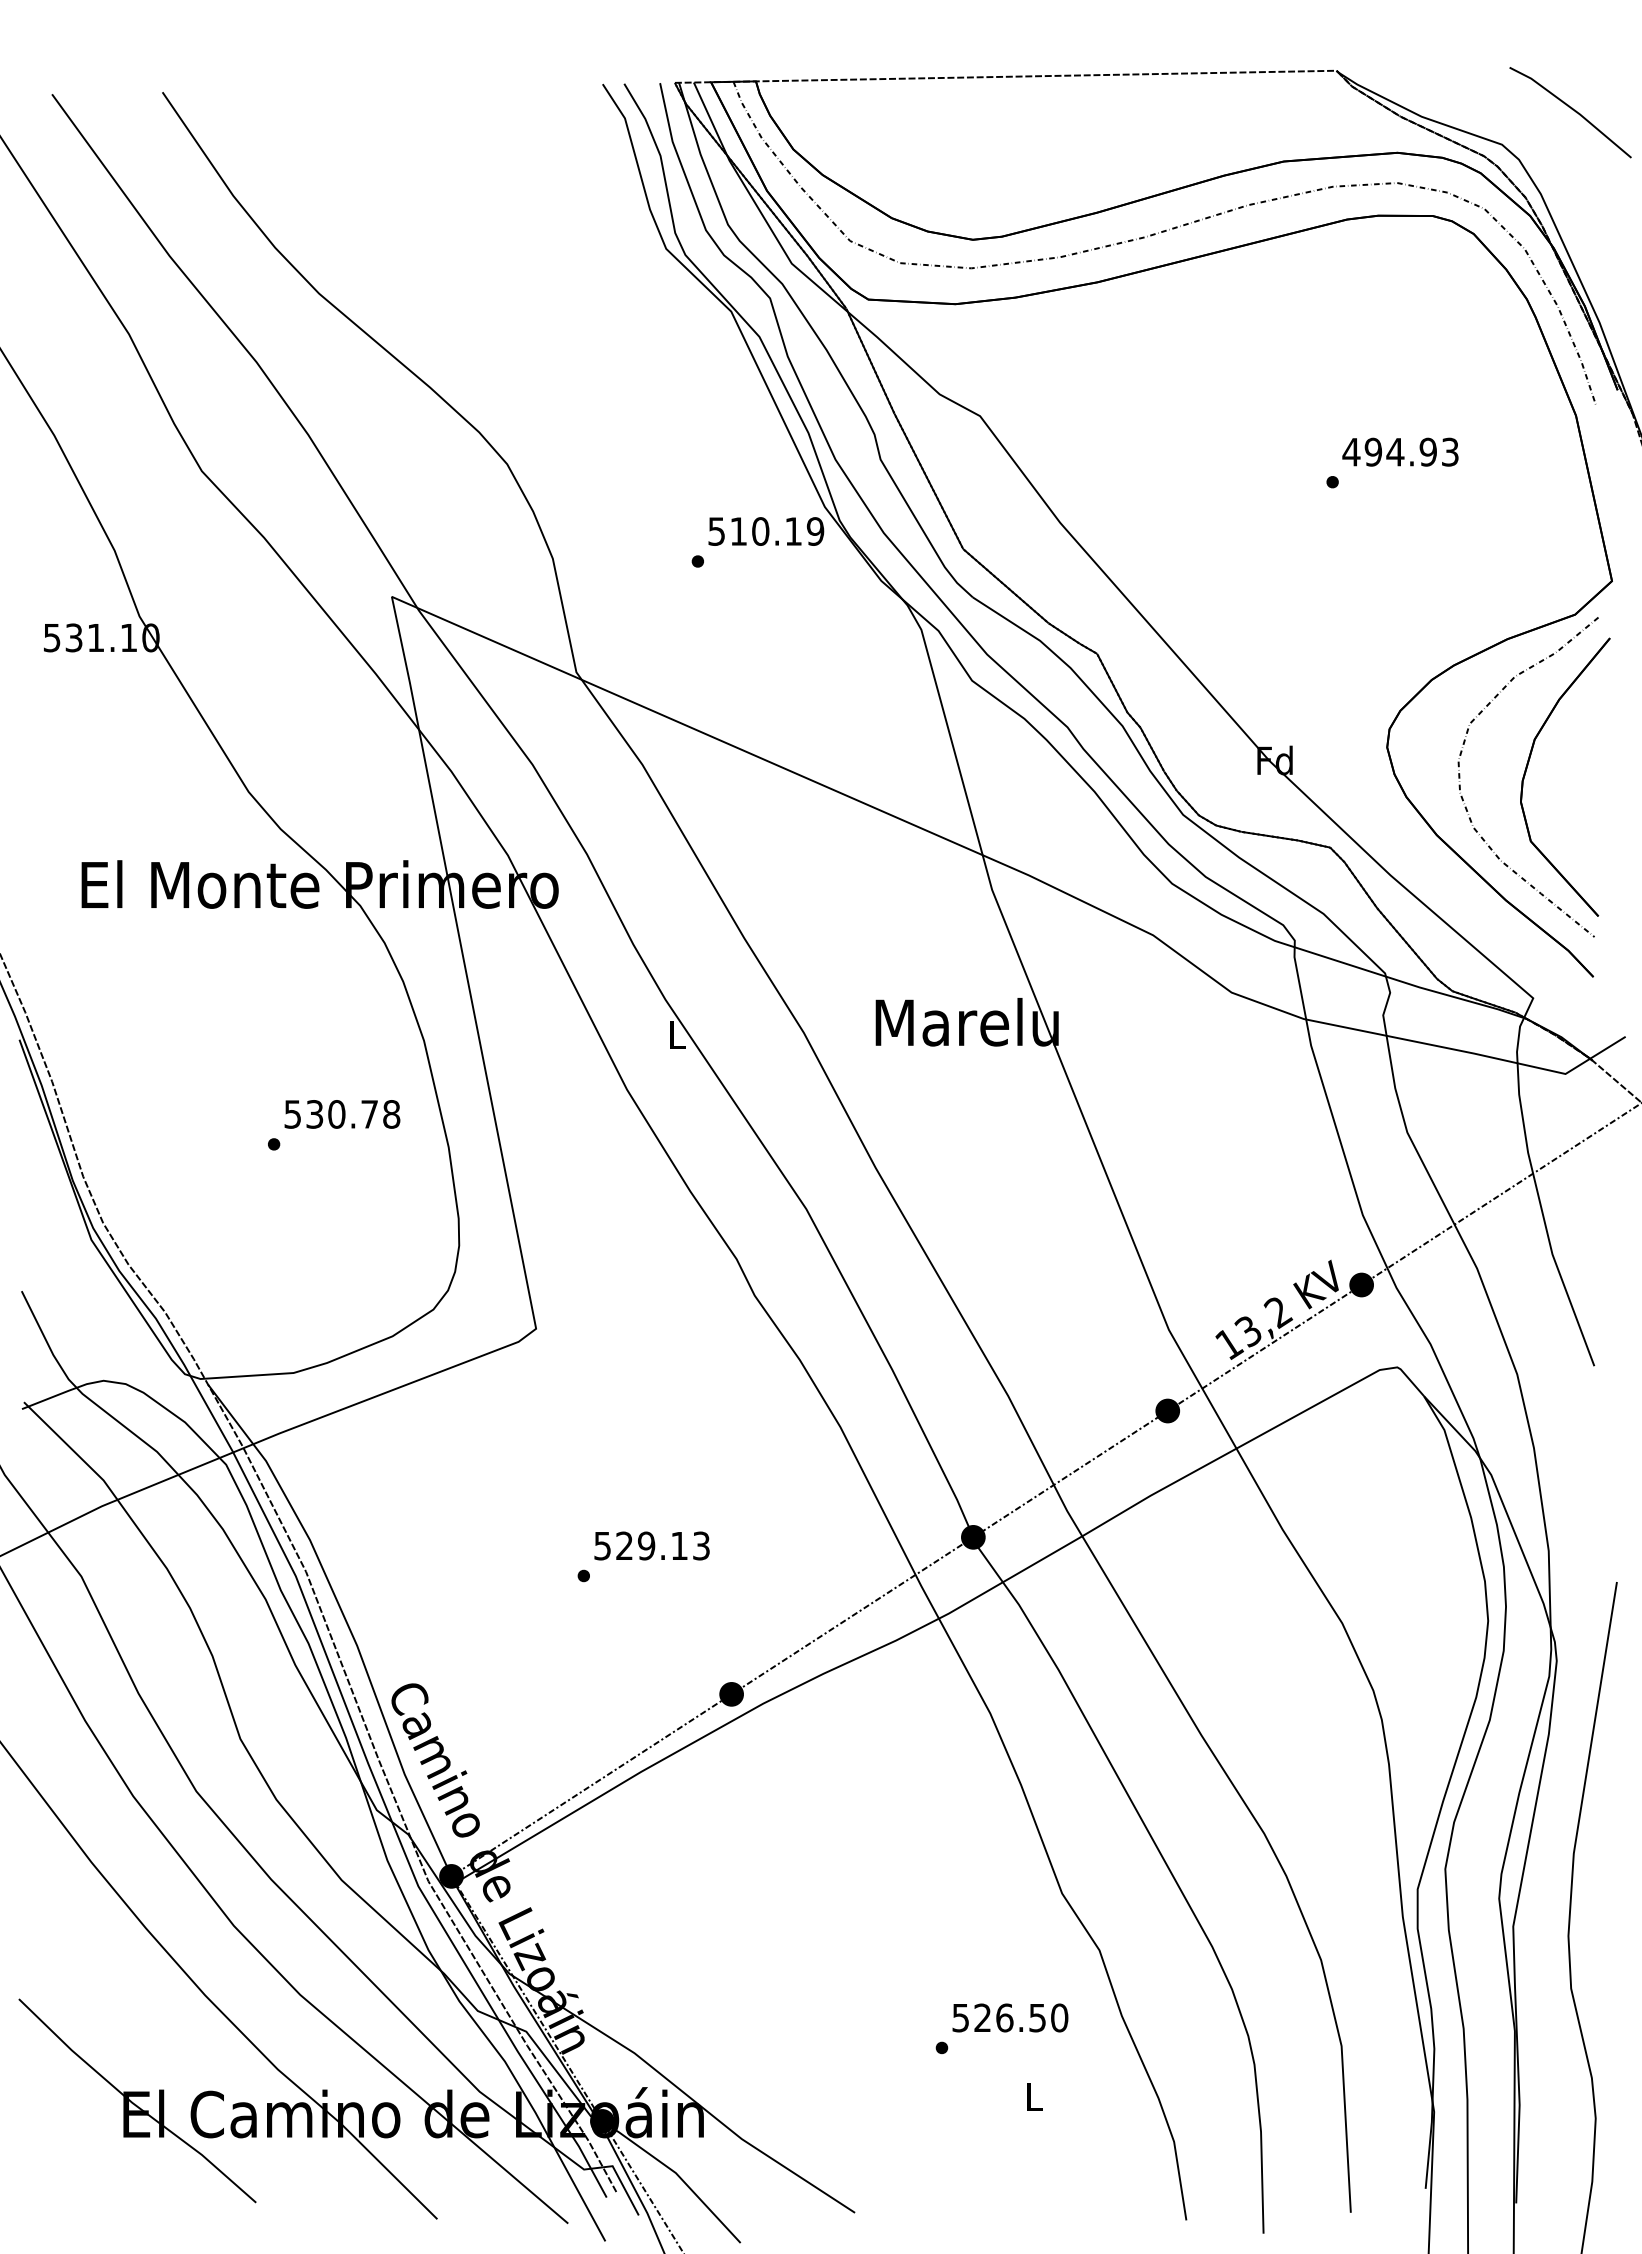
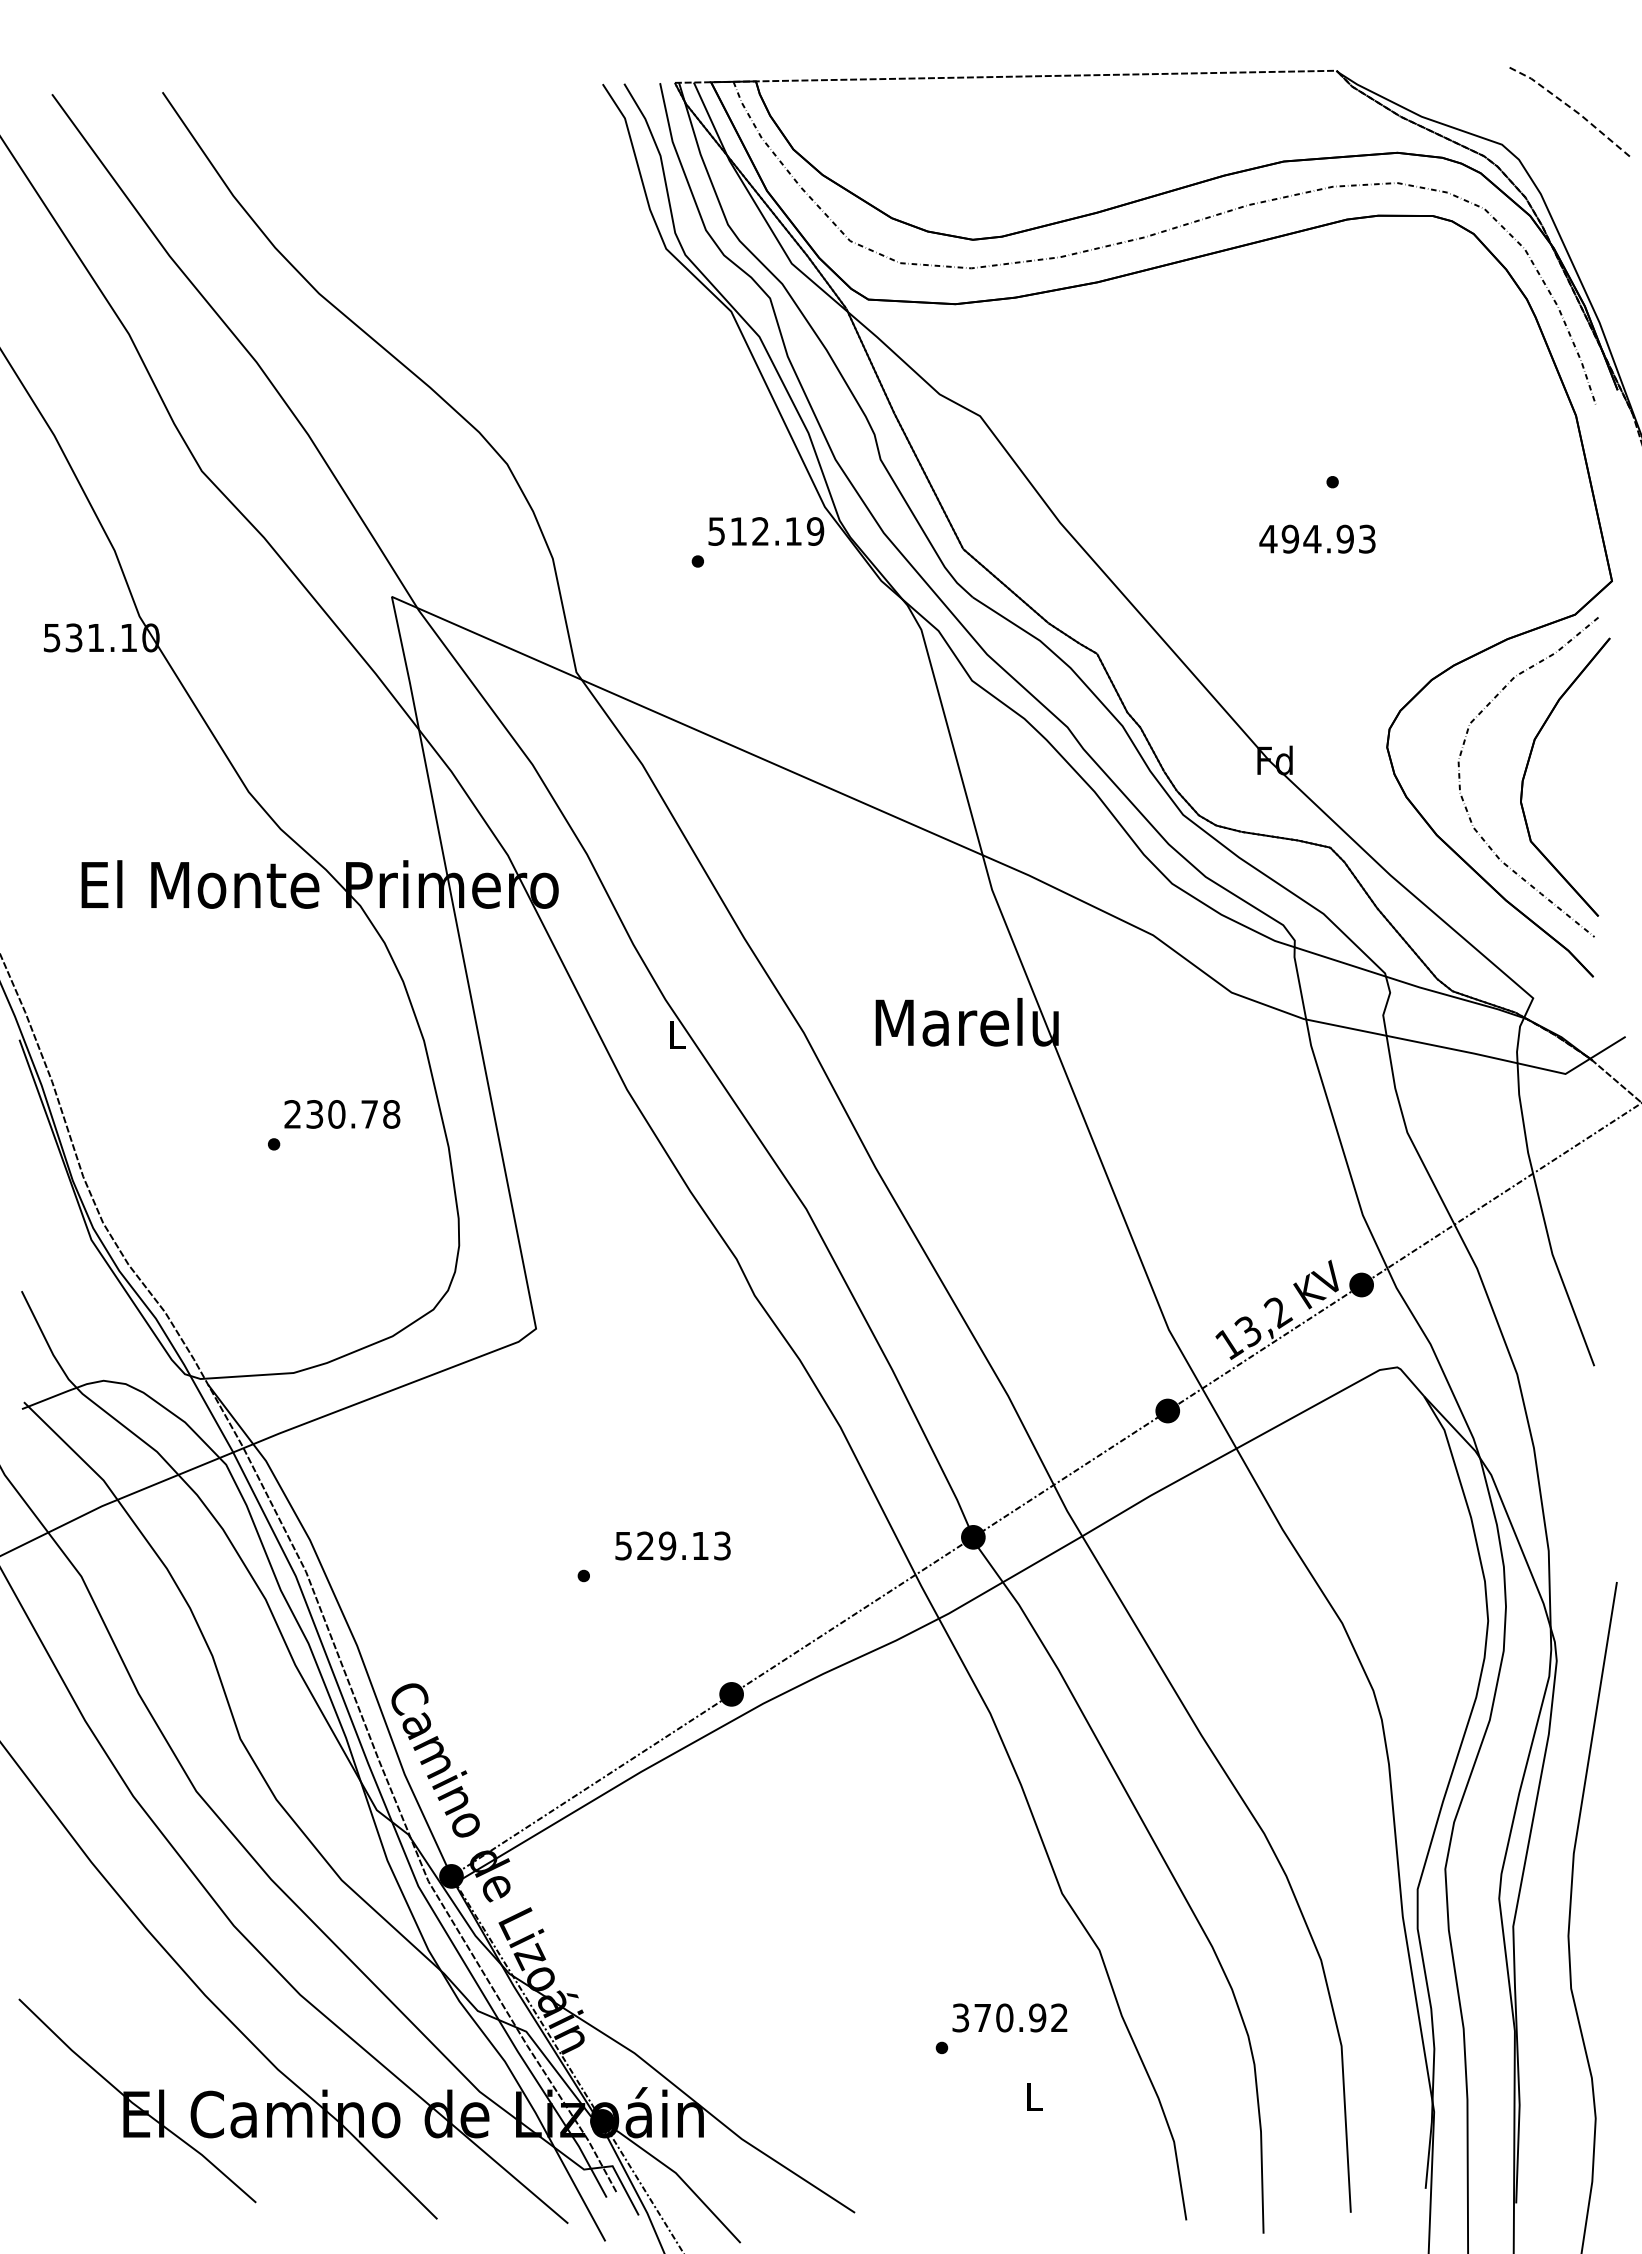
line at (1572, 109): solid -> dashed
text at (1400, 451) position: (1400, 451) -> (1317, 538)
text at (760, 531): 510.19 -> 512.19
text at (292, 1114): 530.78 -> 230.78
text at (651, 1545) position: (651, 1545) -> (672, 1545)
text at (1010, 2017): 526.50 -> 370.92
